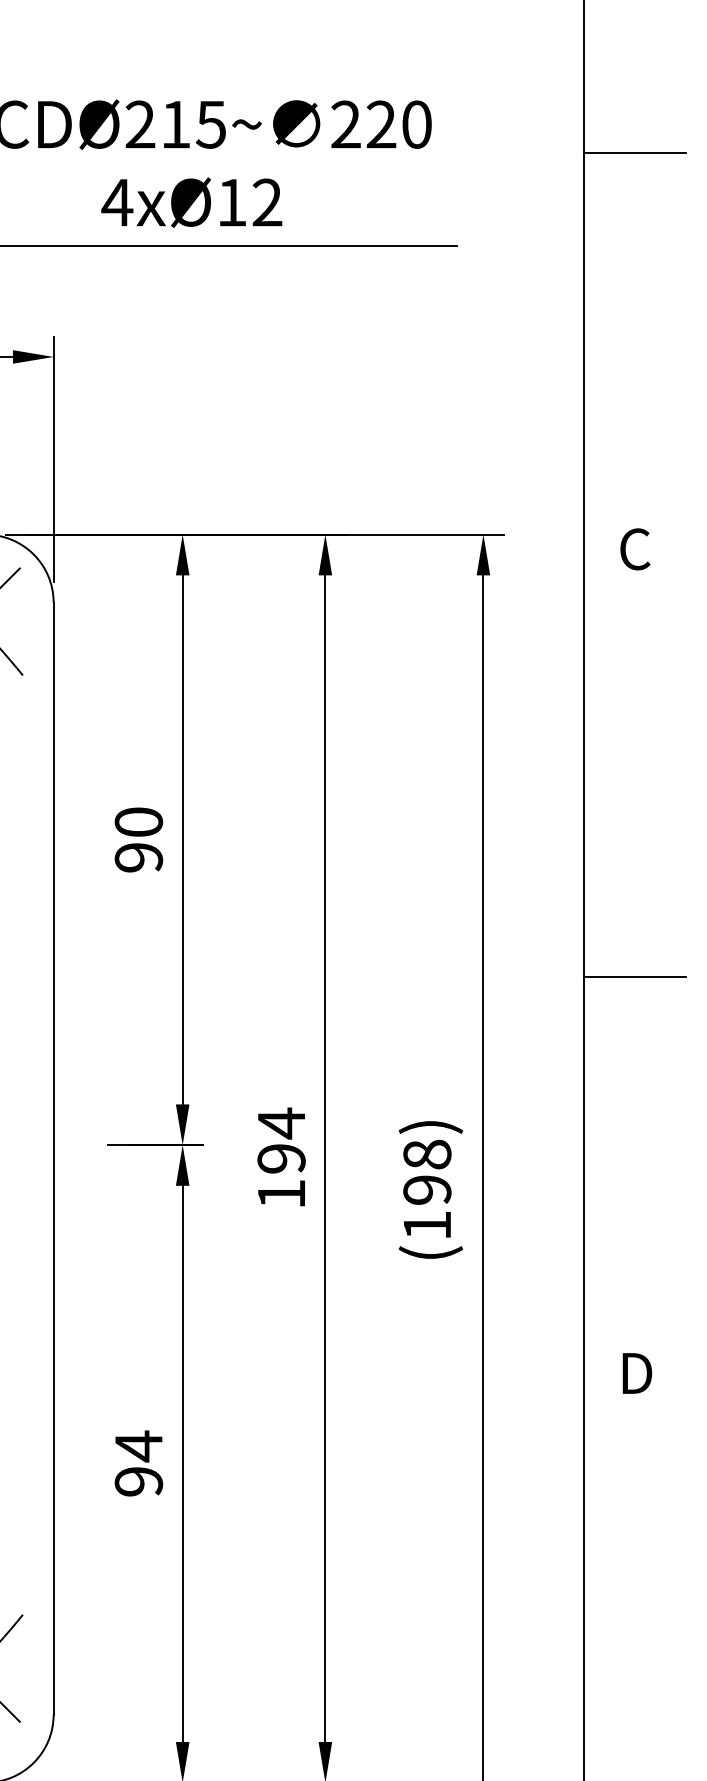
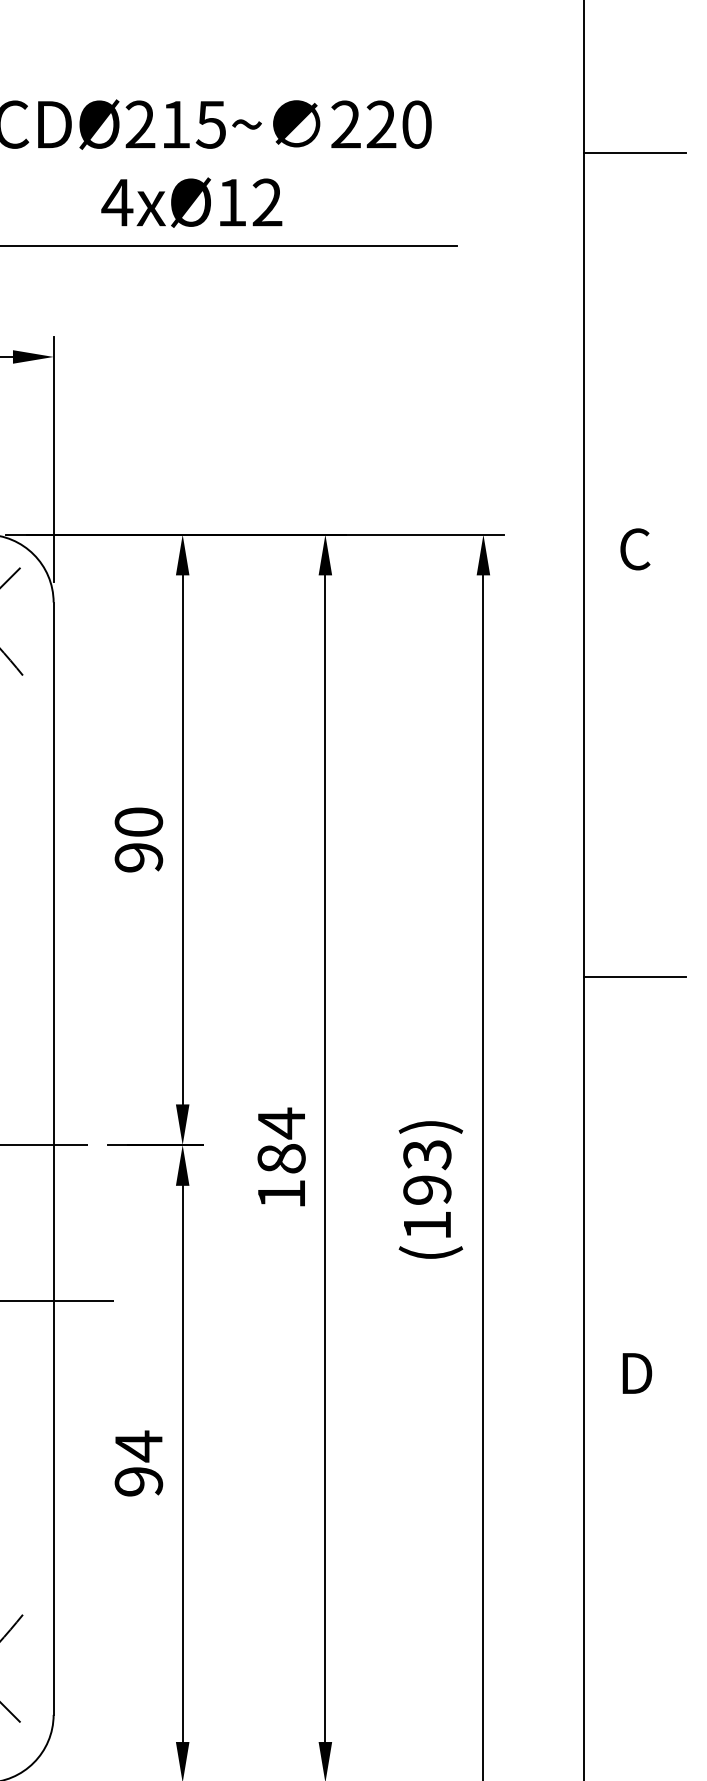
line at (44, 1145): none -> present
text at (427, 1154): (198) -> (193)
text at (281, 1158): 194 -> 184
line at (58, 1301): none -> present
